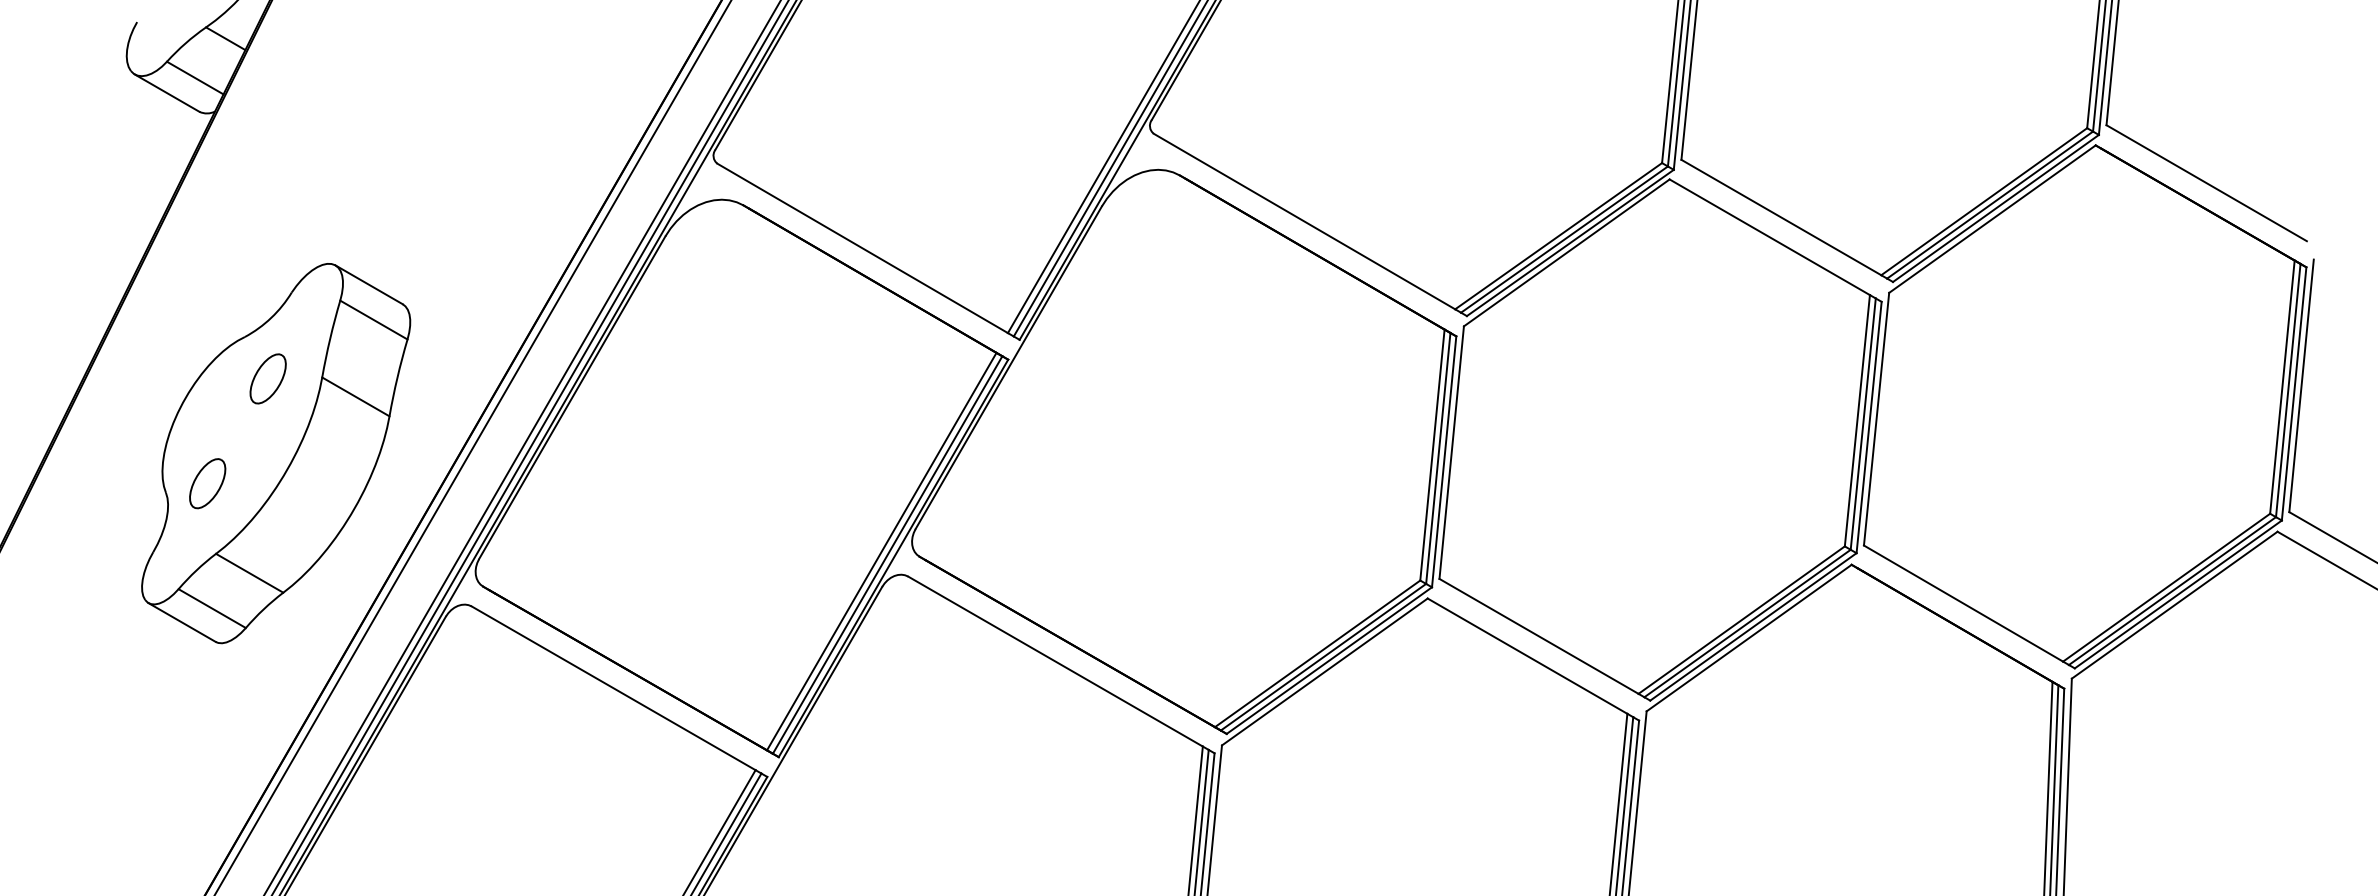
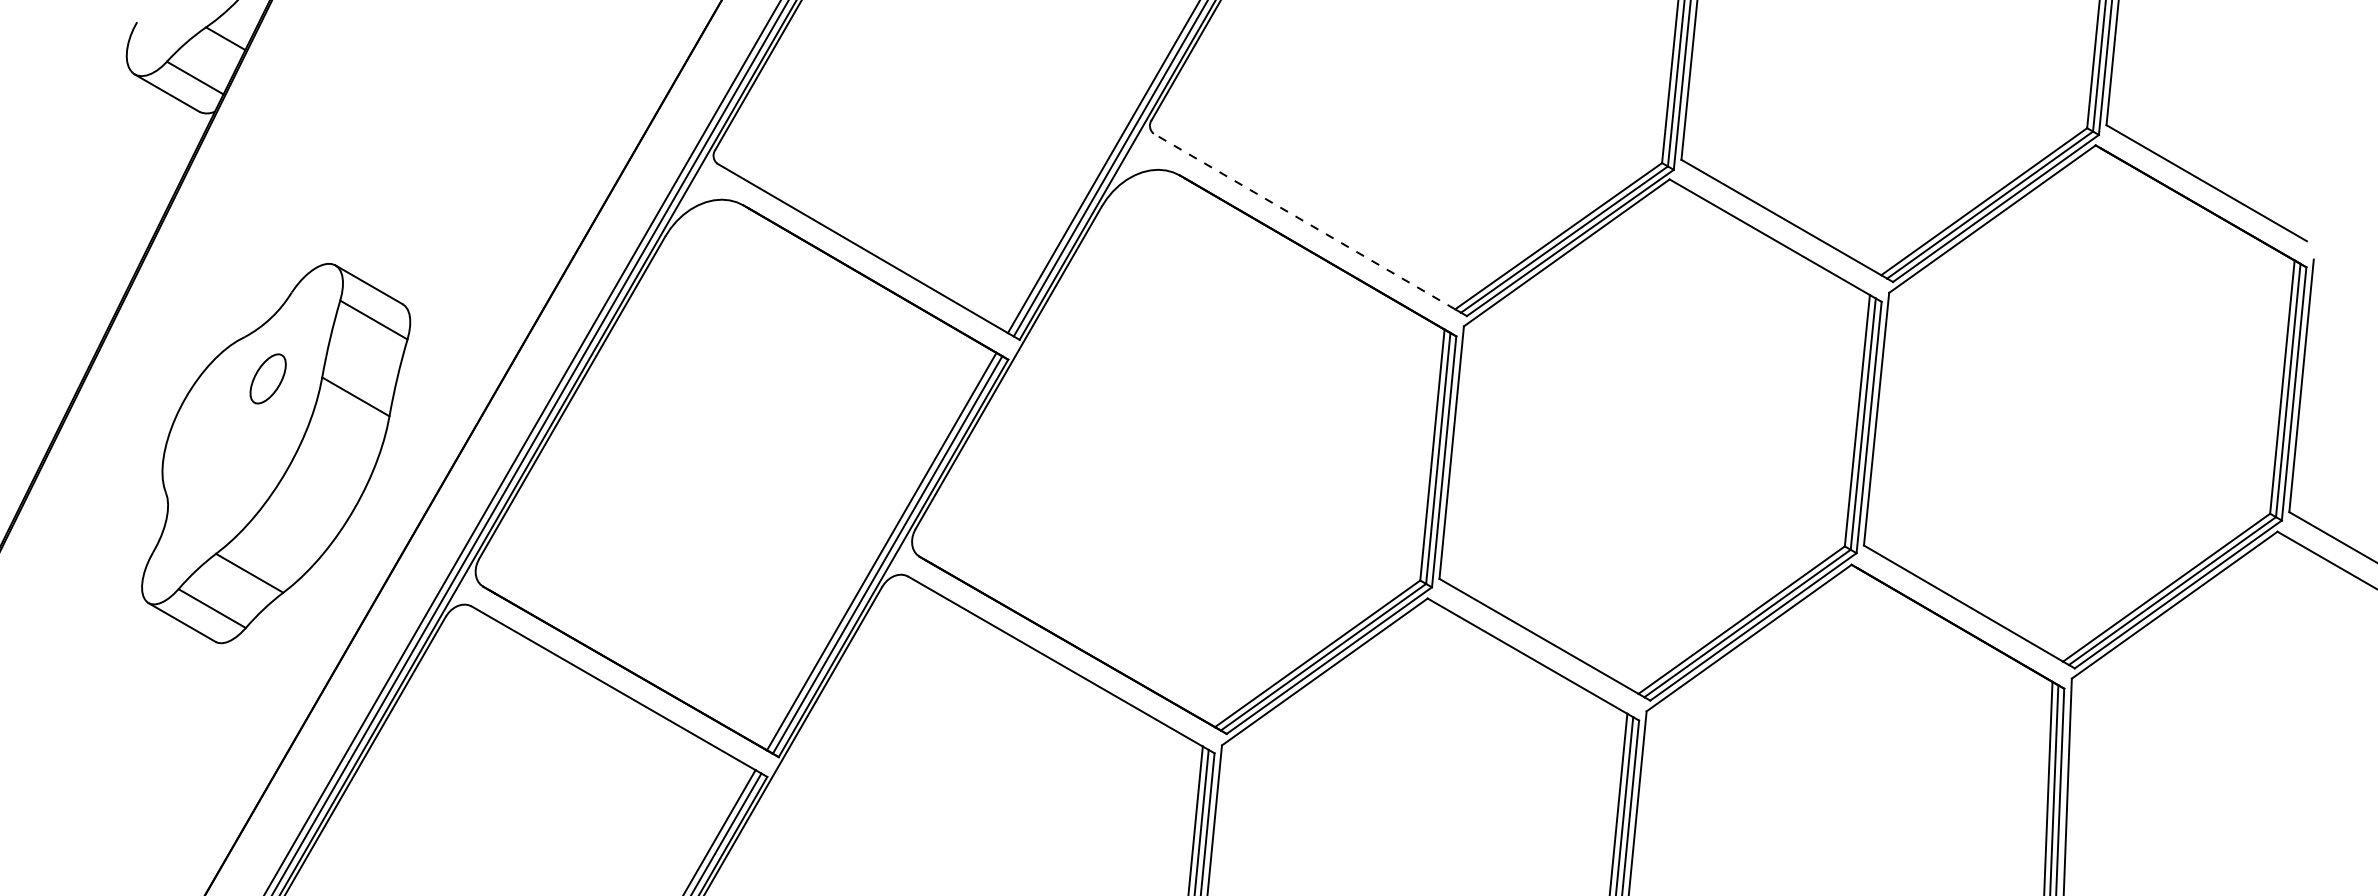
line at (1304, 221): solid -> dashed
line at (473, 447): present -> none
part at (207, 483): present -> none
